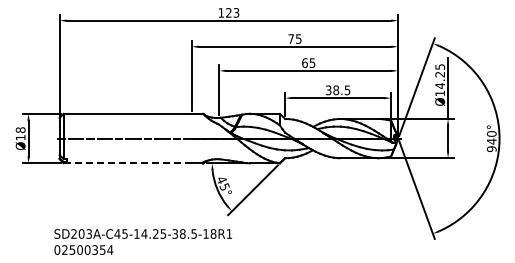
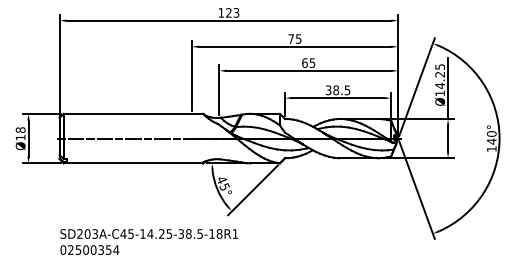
text at (491, 149): 940° -> 140°
line at (128, 163): dashed -> solid
text at (142, 241) position: (142, 241) -> (148, 241)
